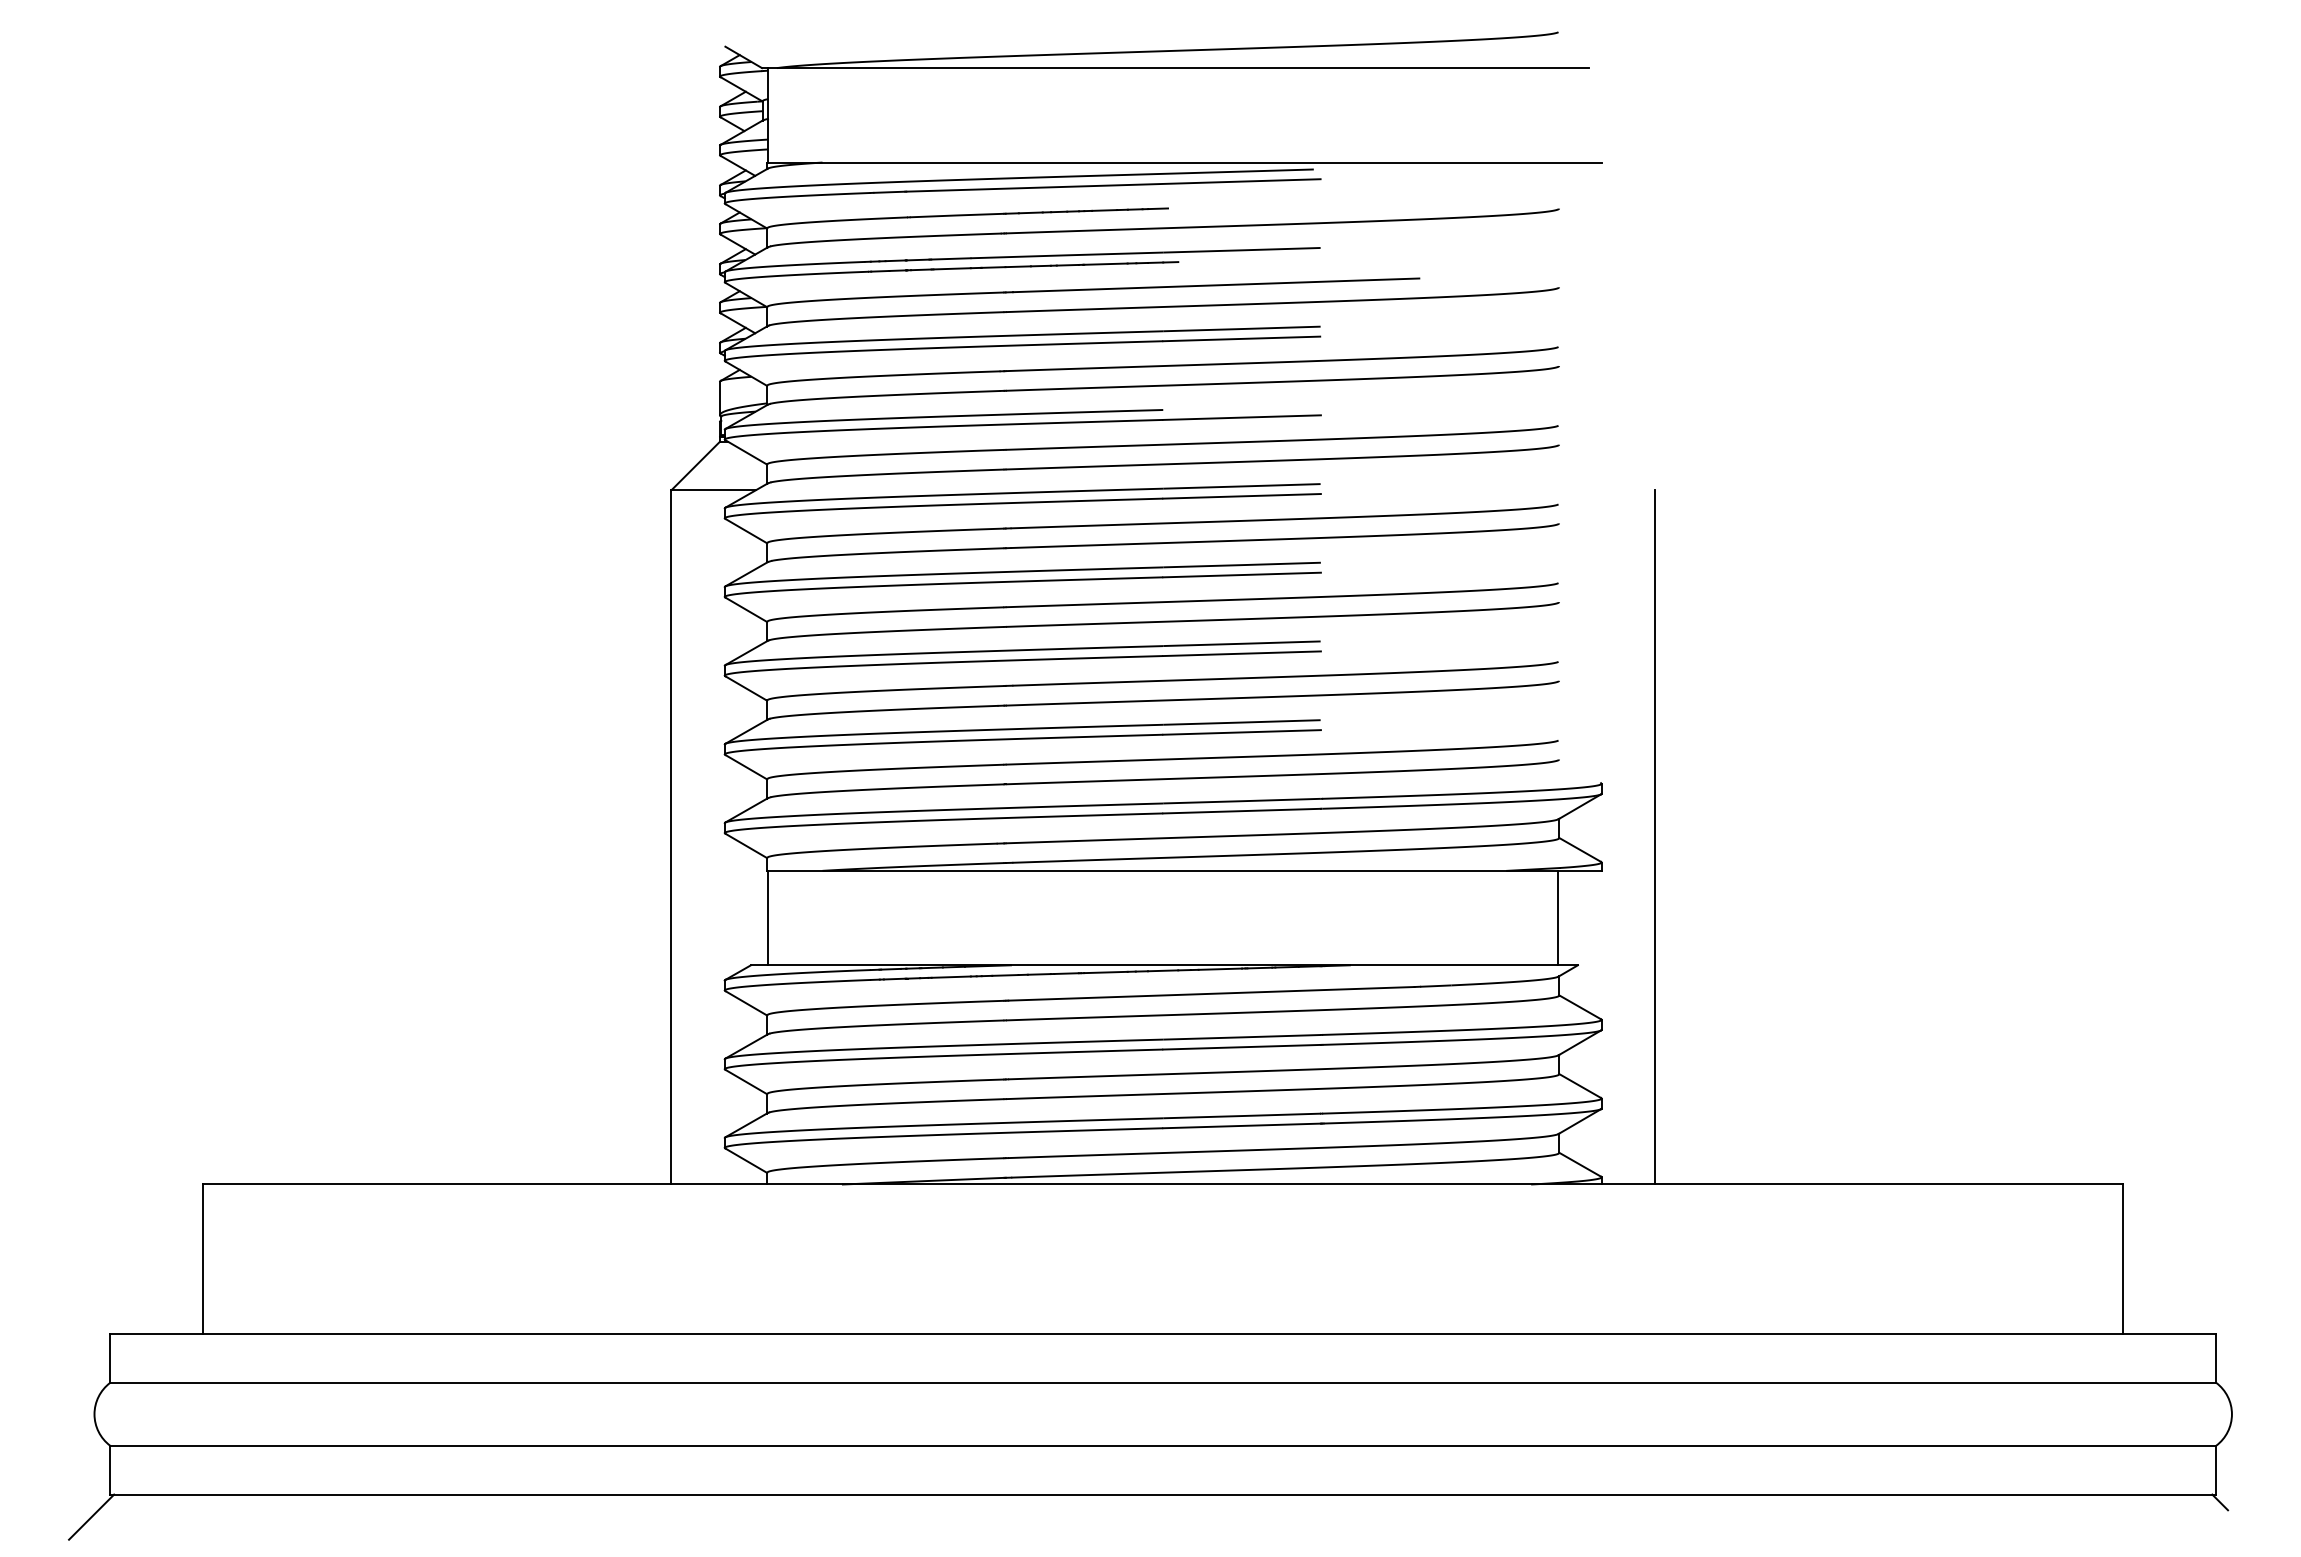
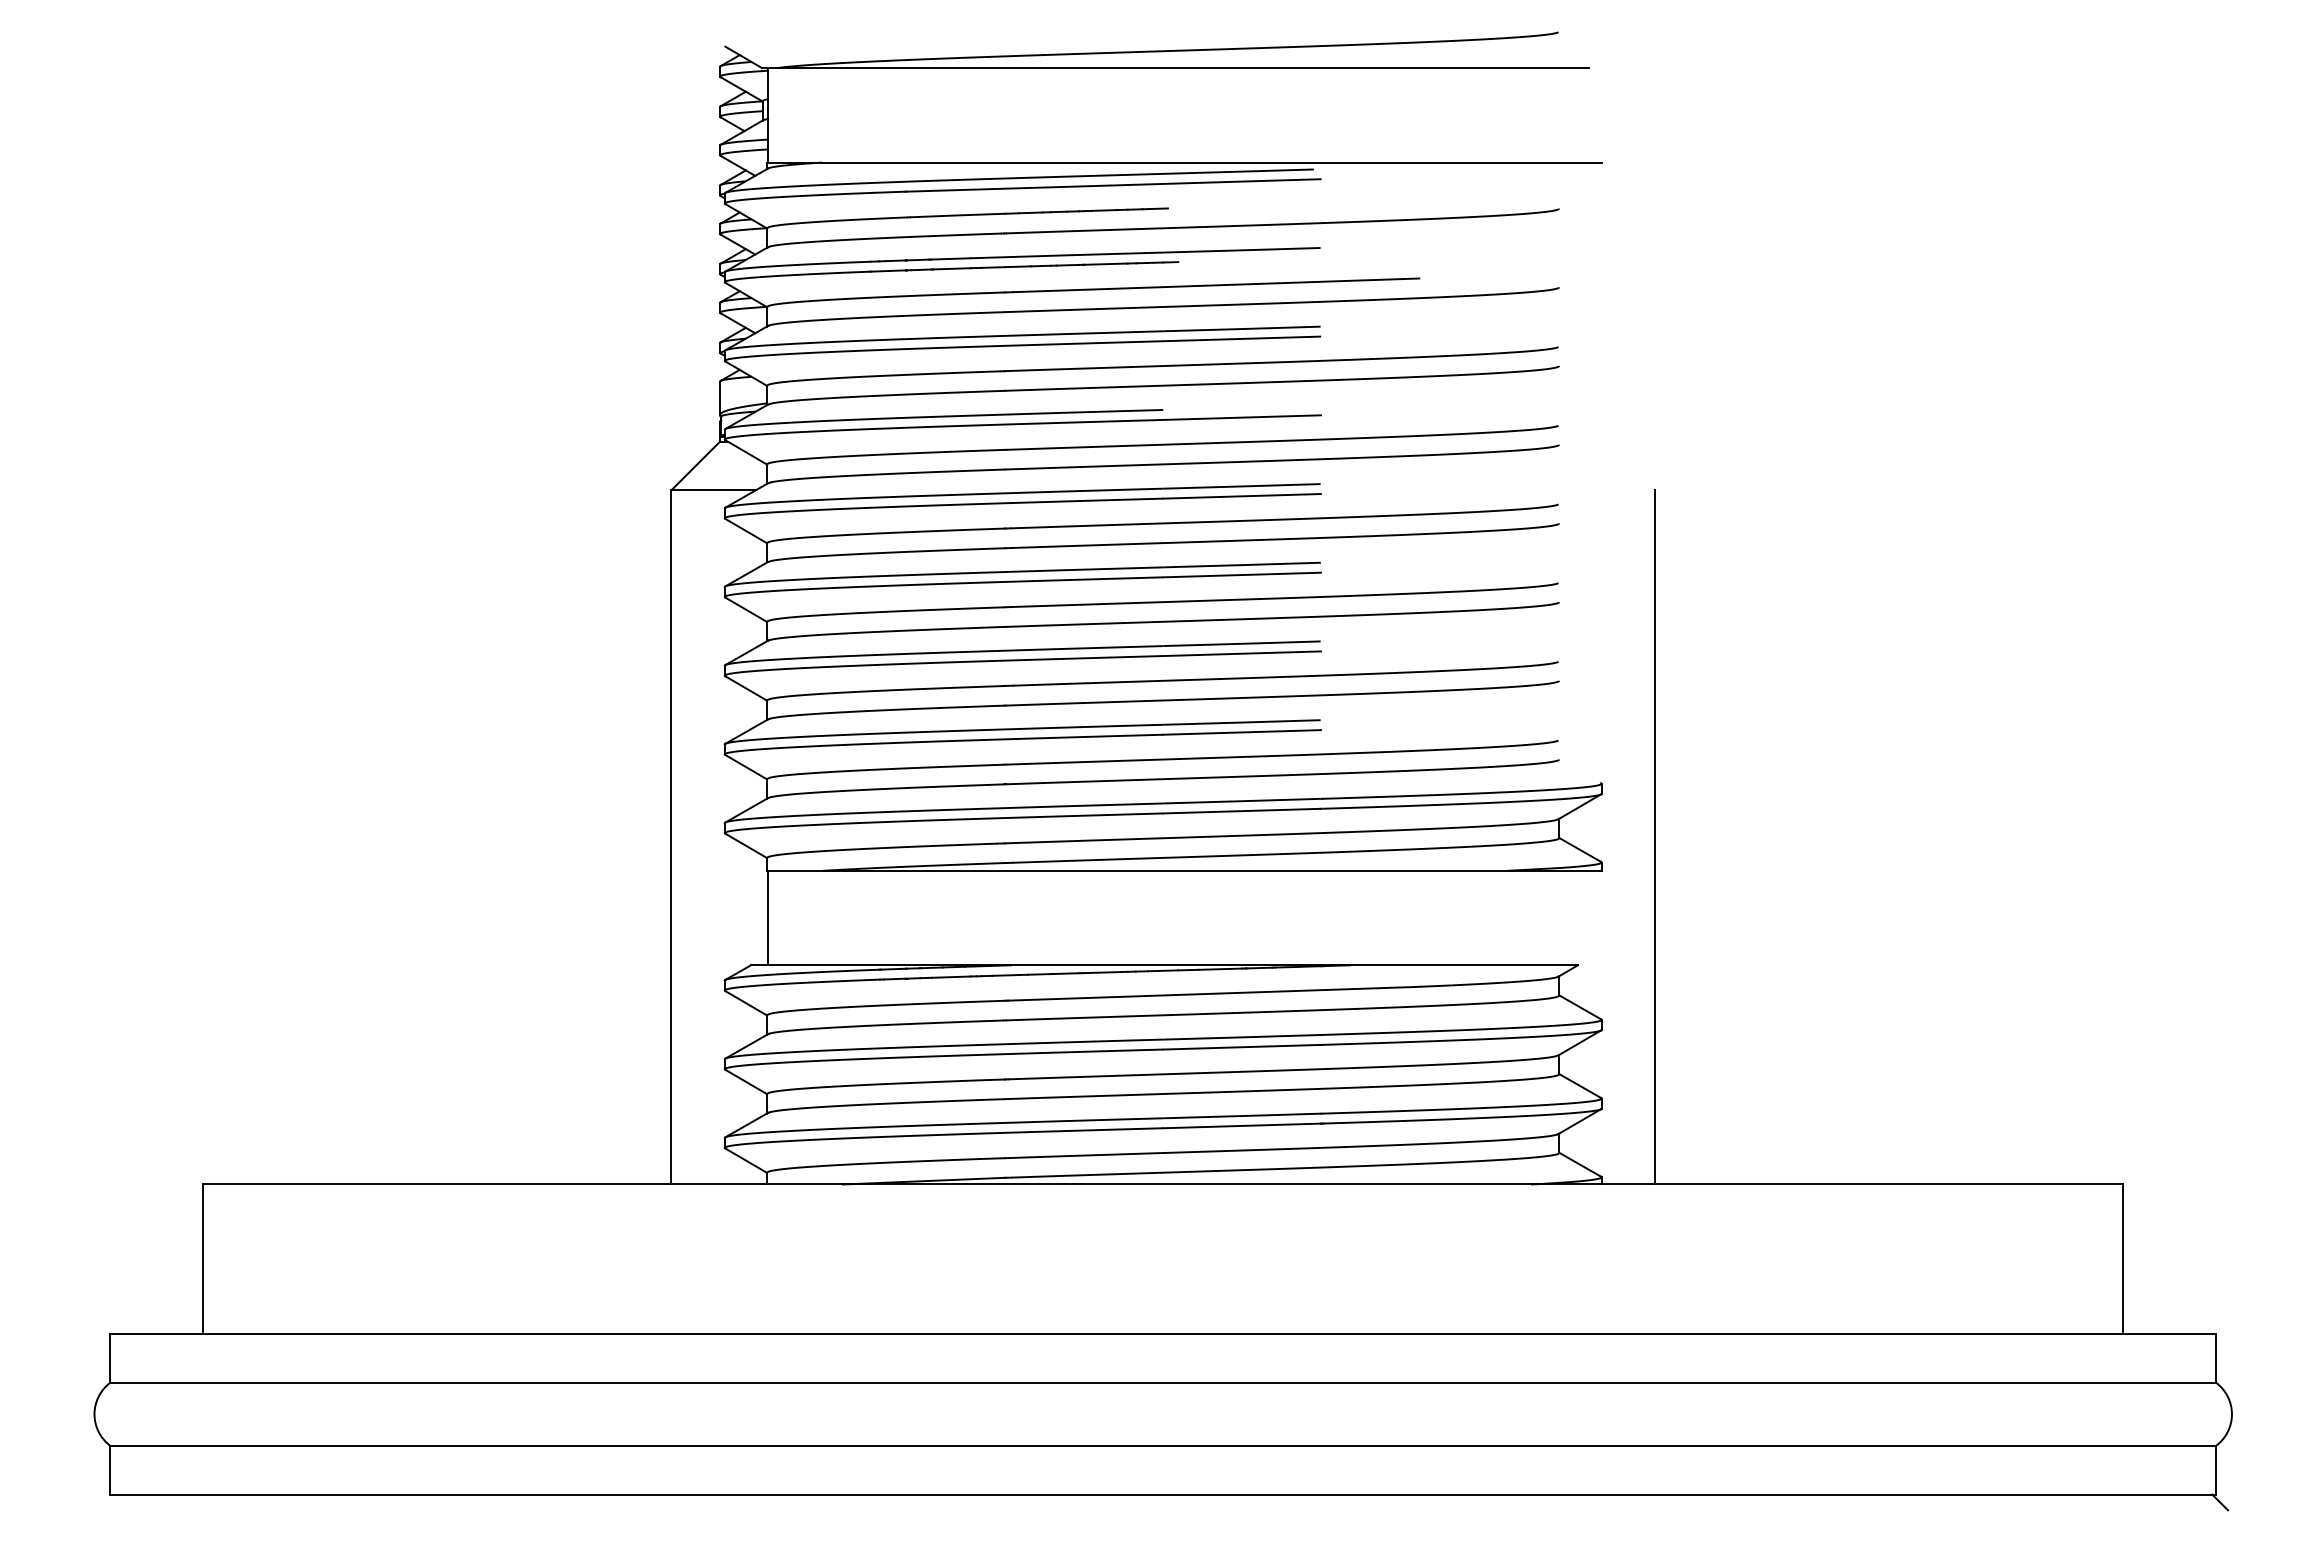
line at (1558, 917): present -> none
line at (91, 1516): present -> none
